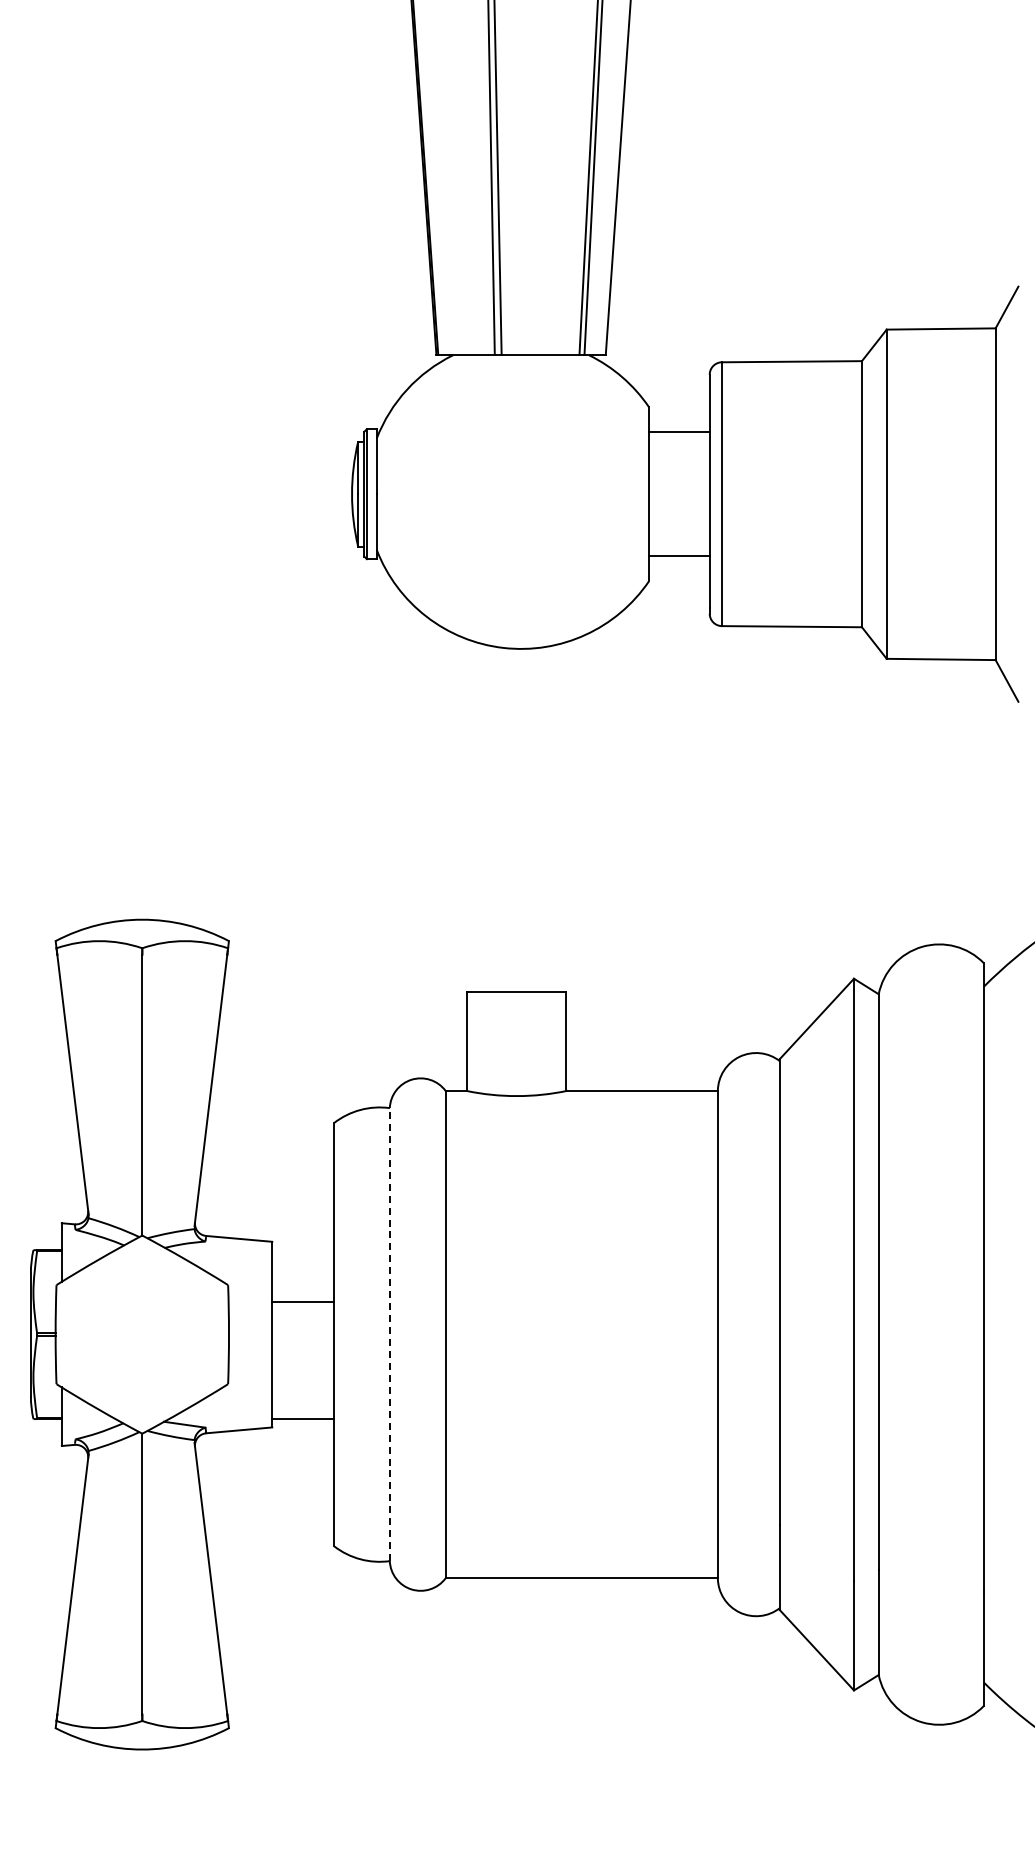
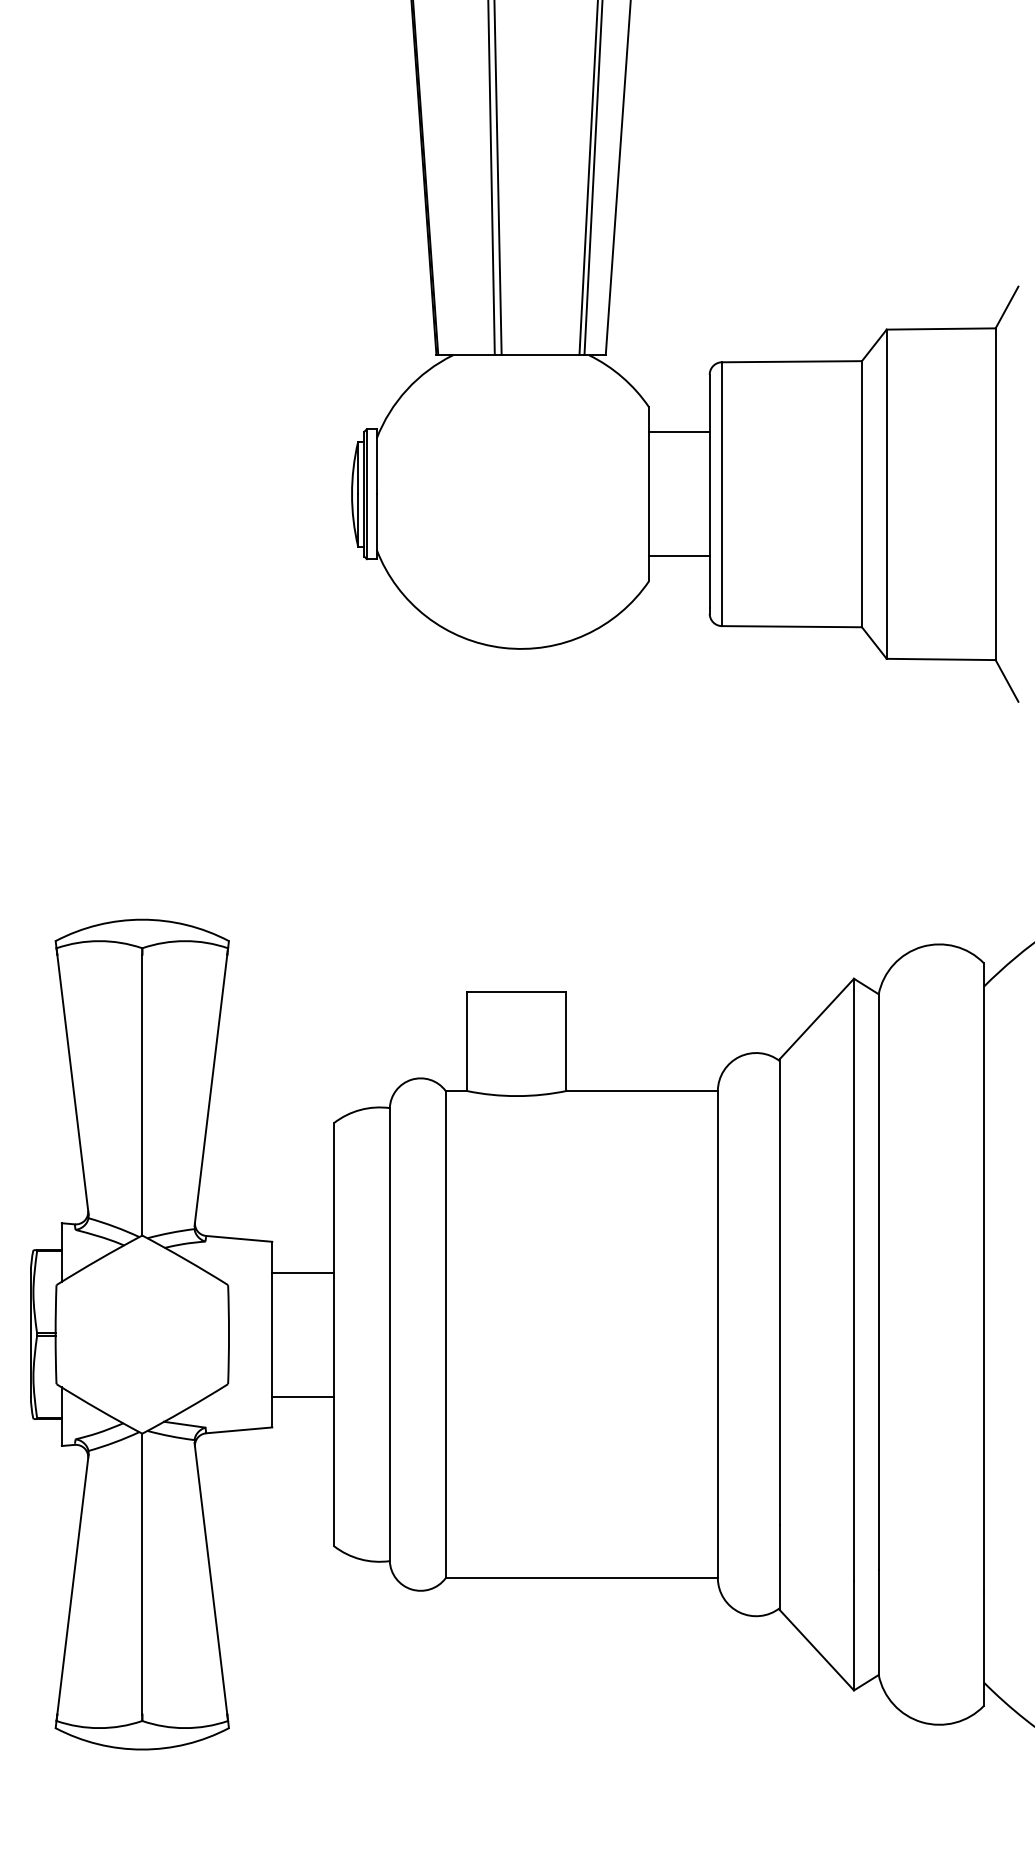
line at (303, 1301) position: (303, 1301) -> (303, 1272)
line at (389, 1334): dashed -> solid
line at (303, 1418) position: (303, 1418) -> (303, 1396)
